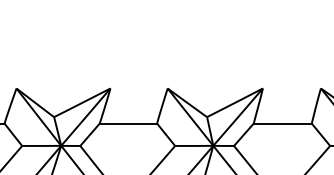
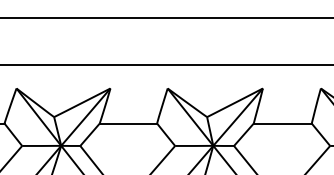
line at (166, 18): none -> present
line at (166, 65): none -> present
